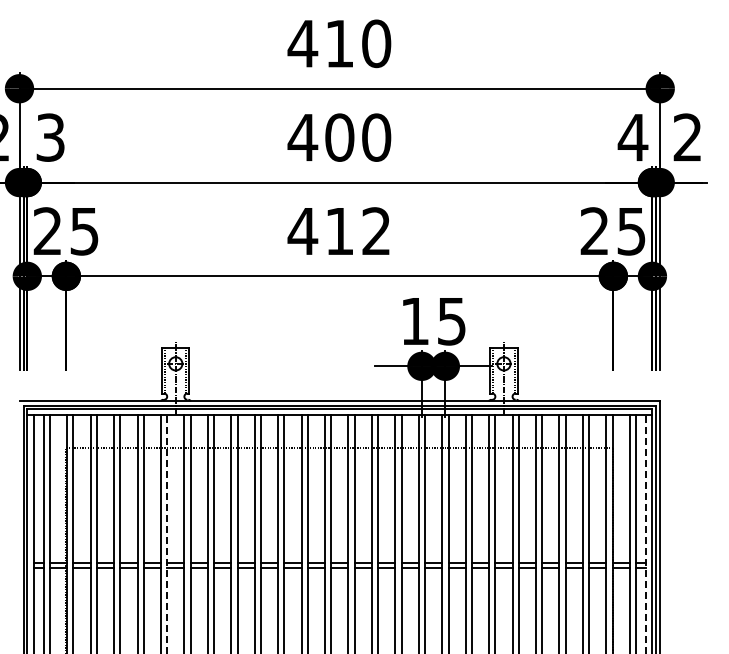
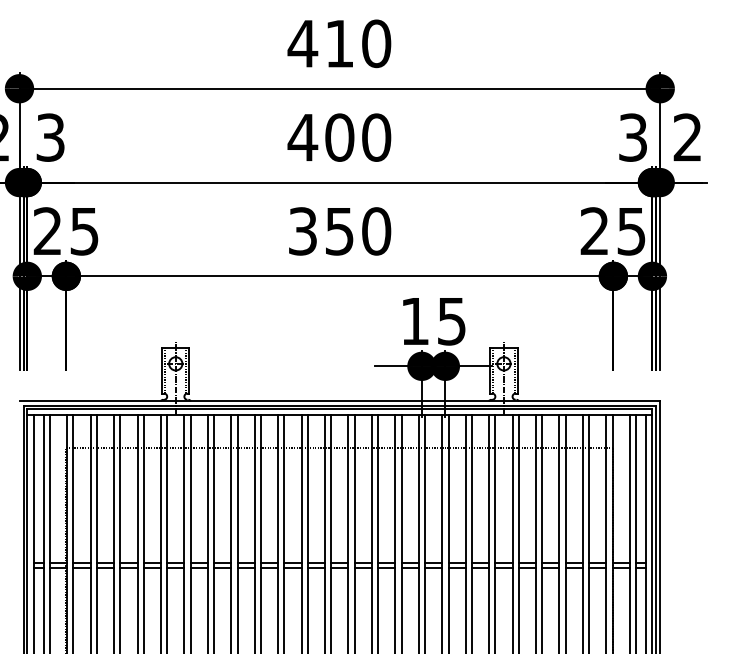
text at (632, 137): 4 -> 3
text at (339, 231): 412 -> 350
line at (167, 534): dashed -> solid
line at (646, 534): dashed -> solid
